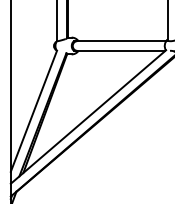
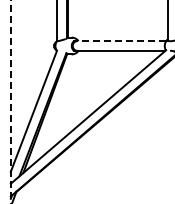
line at (121, 41): solid -> dashed
line at (10, 101): solid -> dashed
